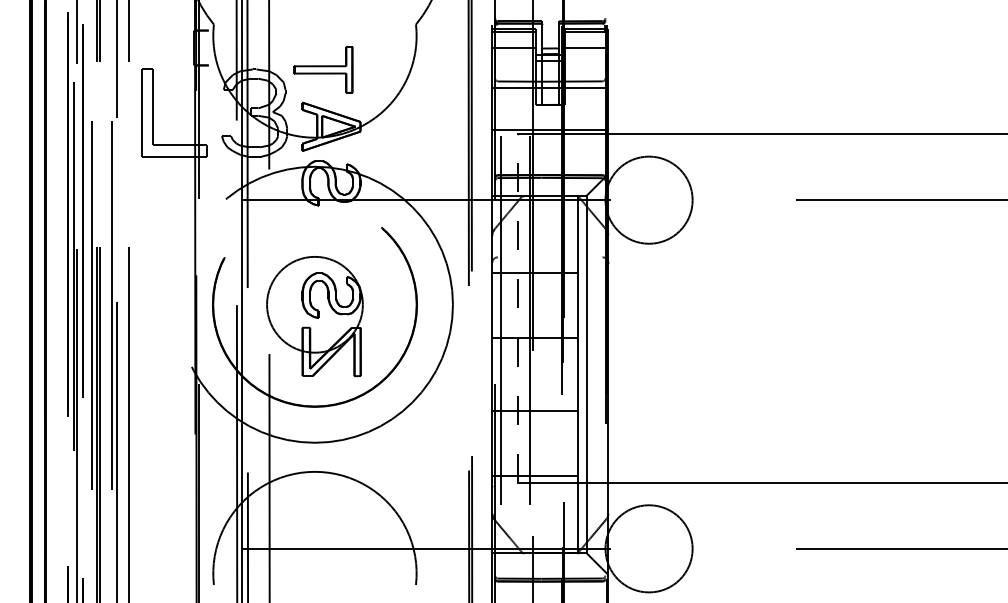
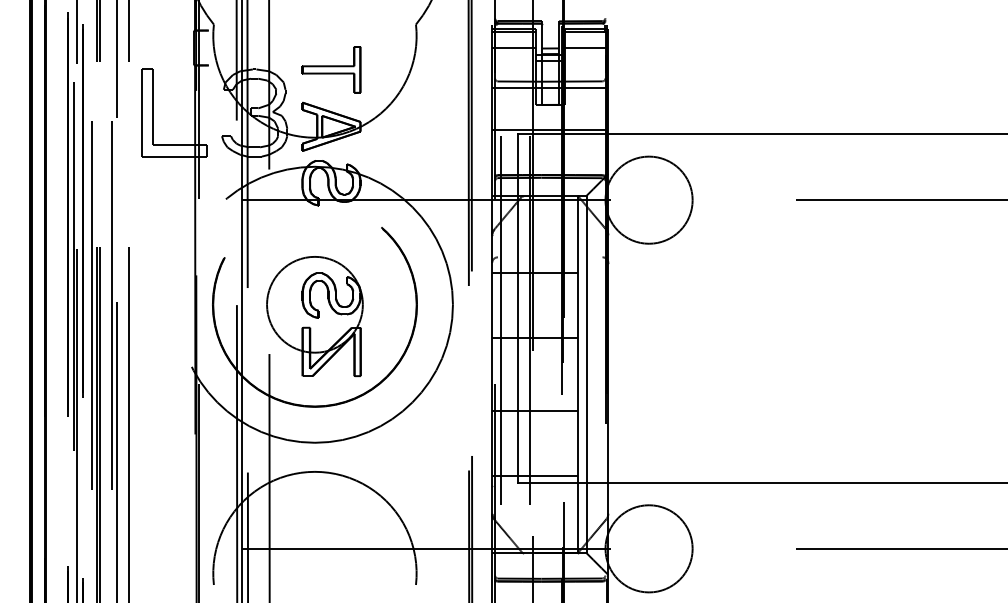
part at (323, 69) position: (323, 69) -> (331, 69)
line at (518, 307): dashed -> solid
